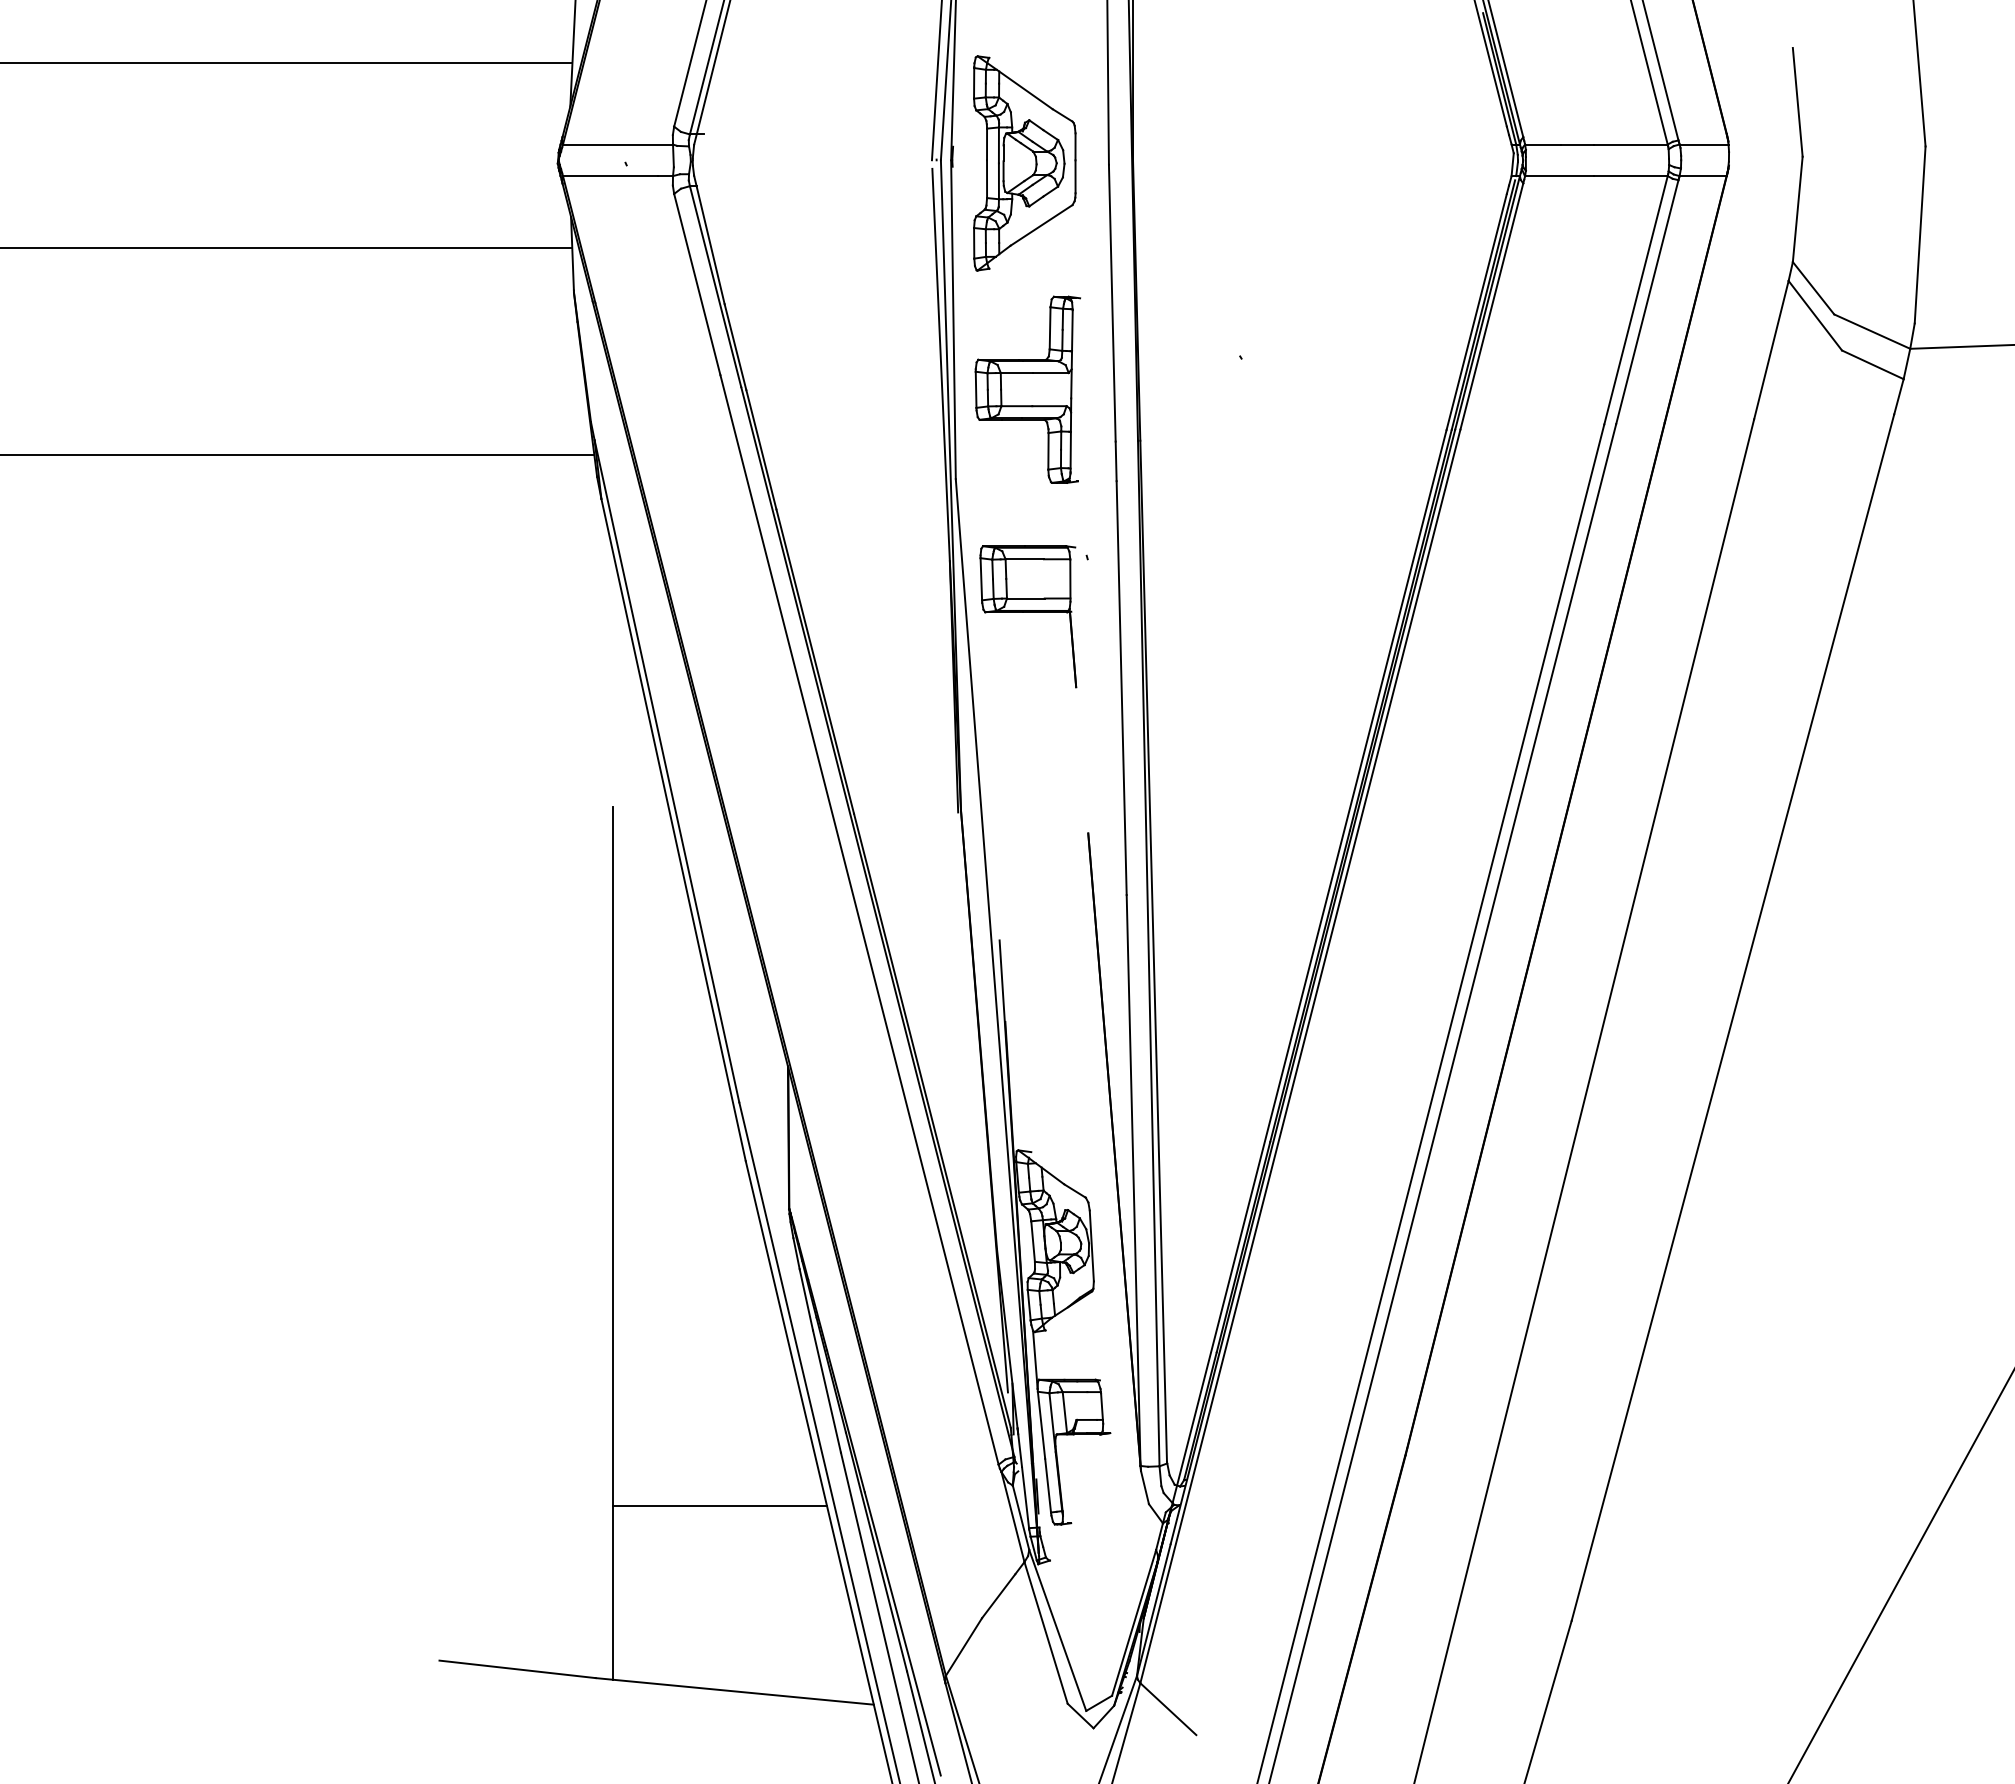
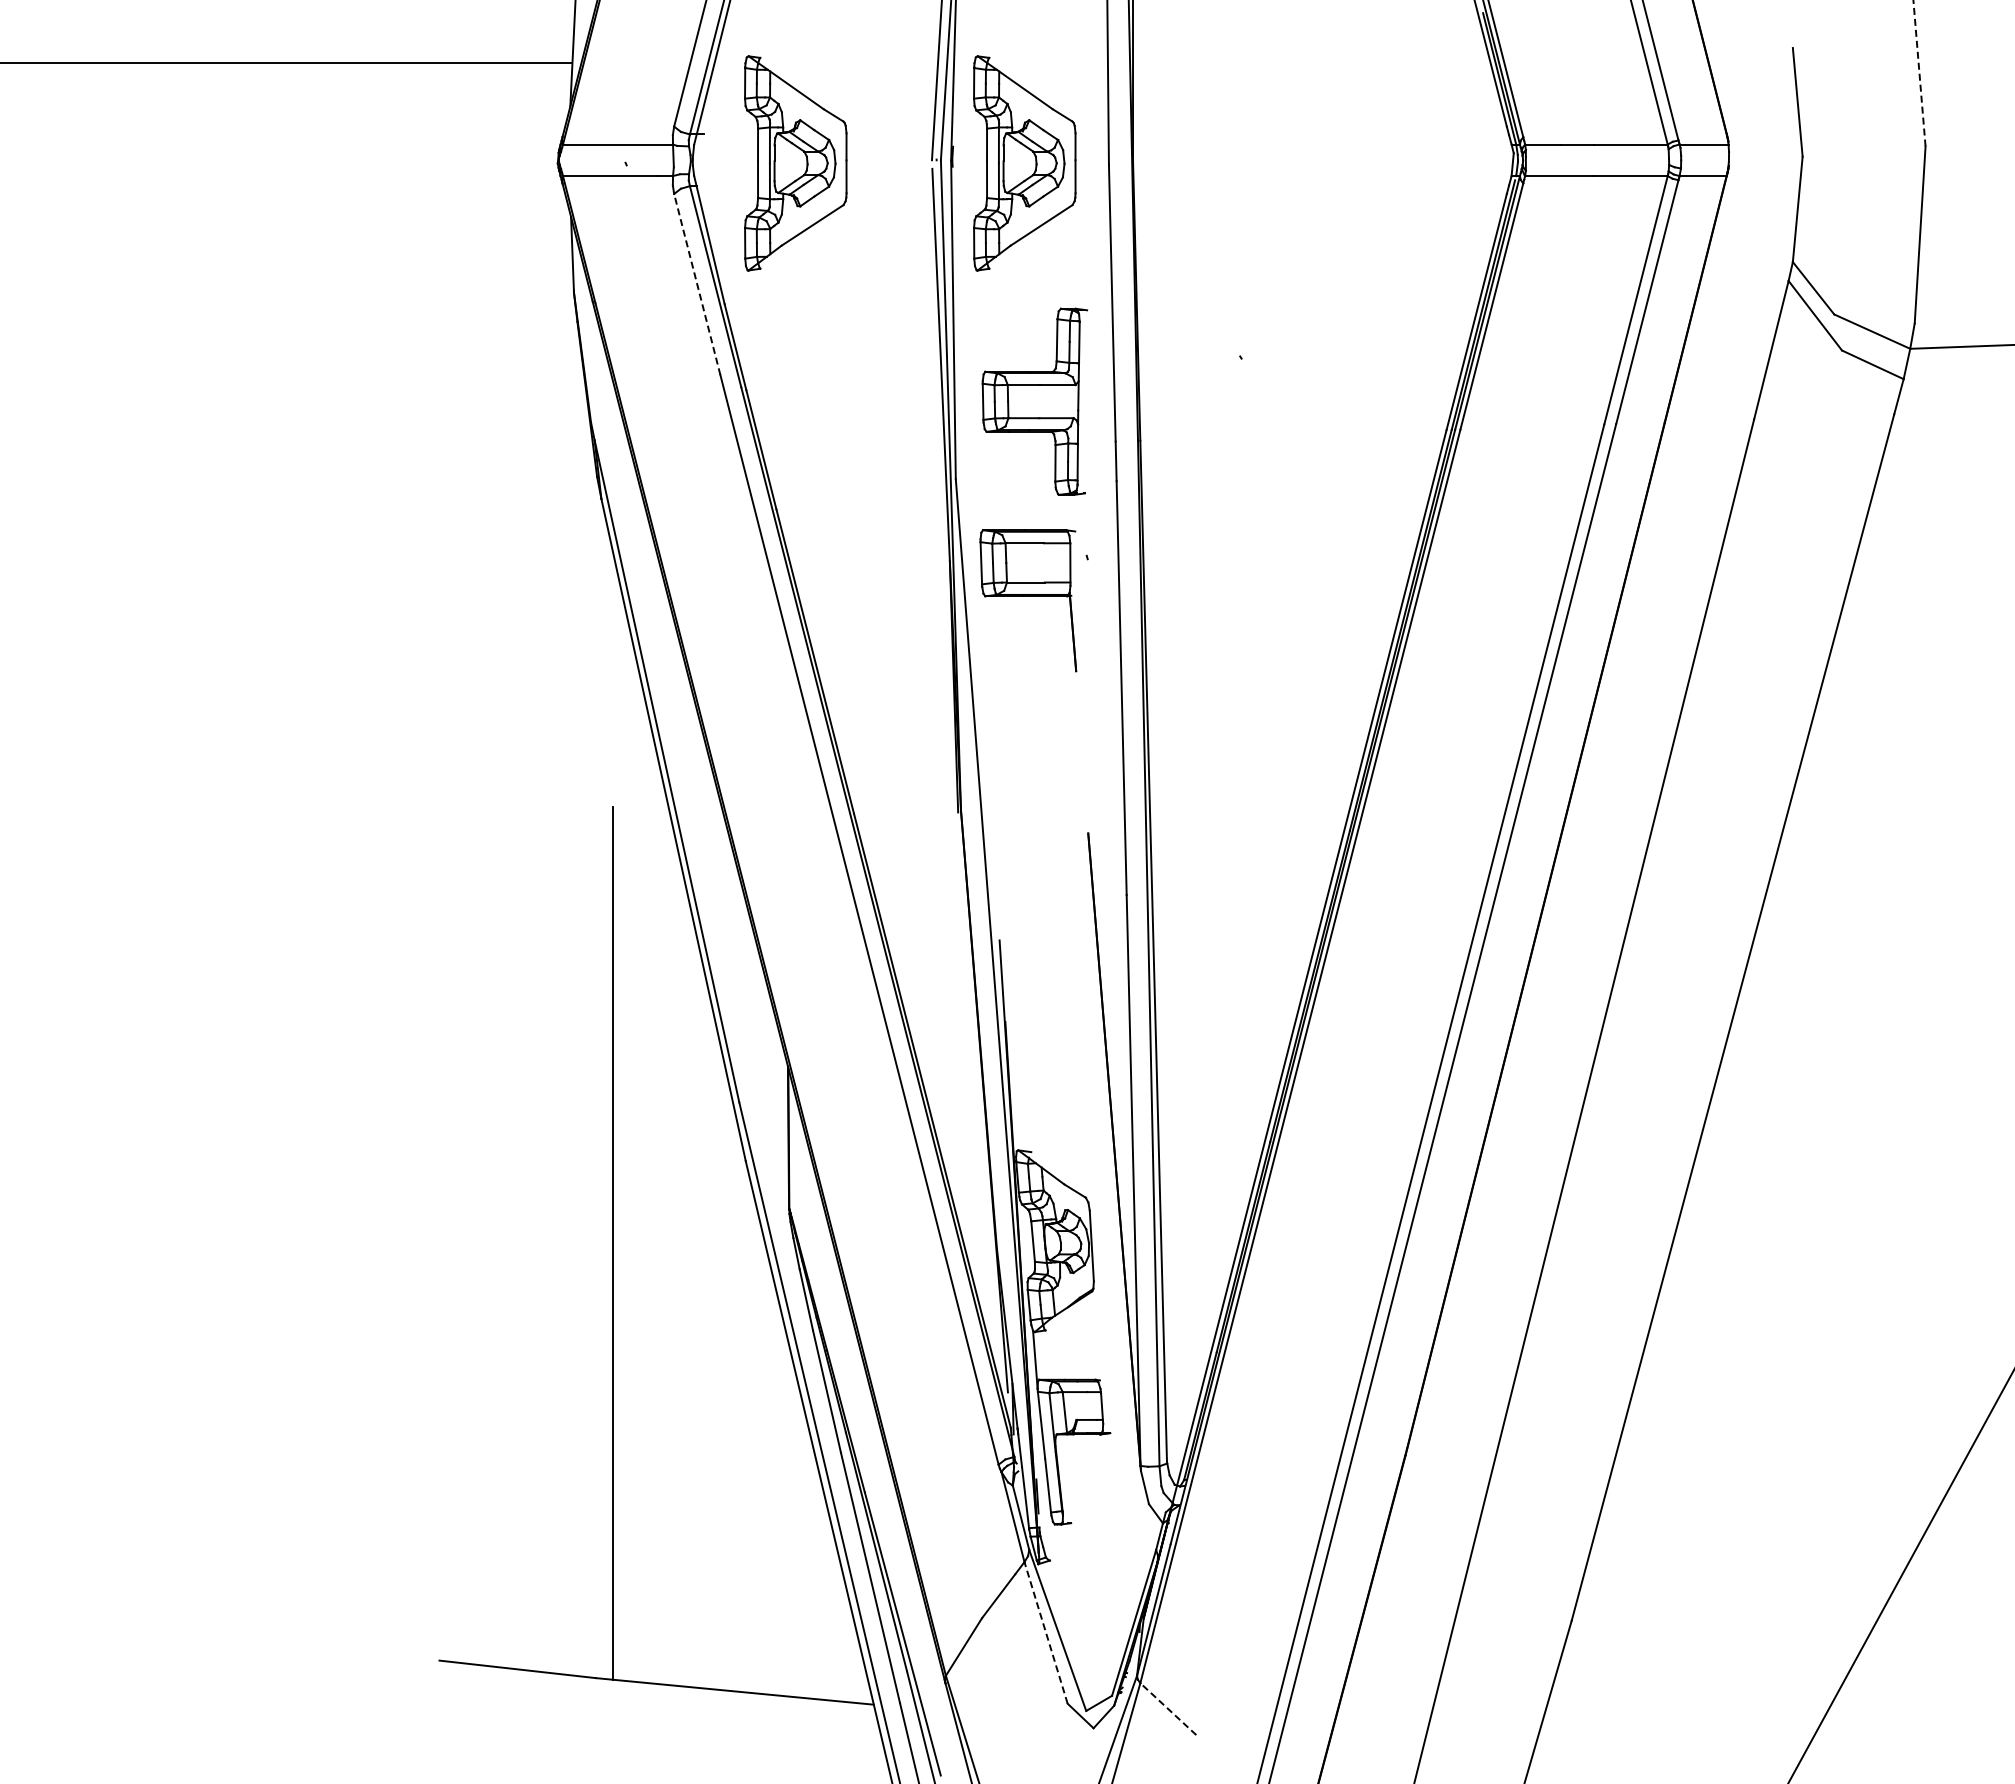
line at (1919, 72): solid -> dashed
part at (795, 163): none -> present
line at (287, 248): present -> none
line at (697, 284): solid -> dashed
part at (1027, 389) position: (1027, 389) -> (1034, 401)
line at (298, 454): present -> none
part at (1028, 616) position: (1028, 616) -> (1028, 600)
line at (719, 1505): present -> none
line at (1045, 1632): solid -> dashed
line at (1167, 1708): solid -> dashed
